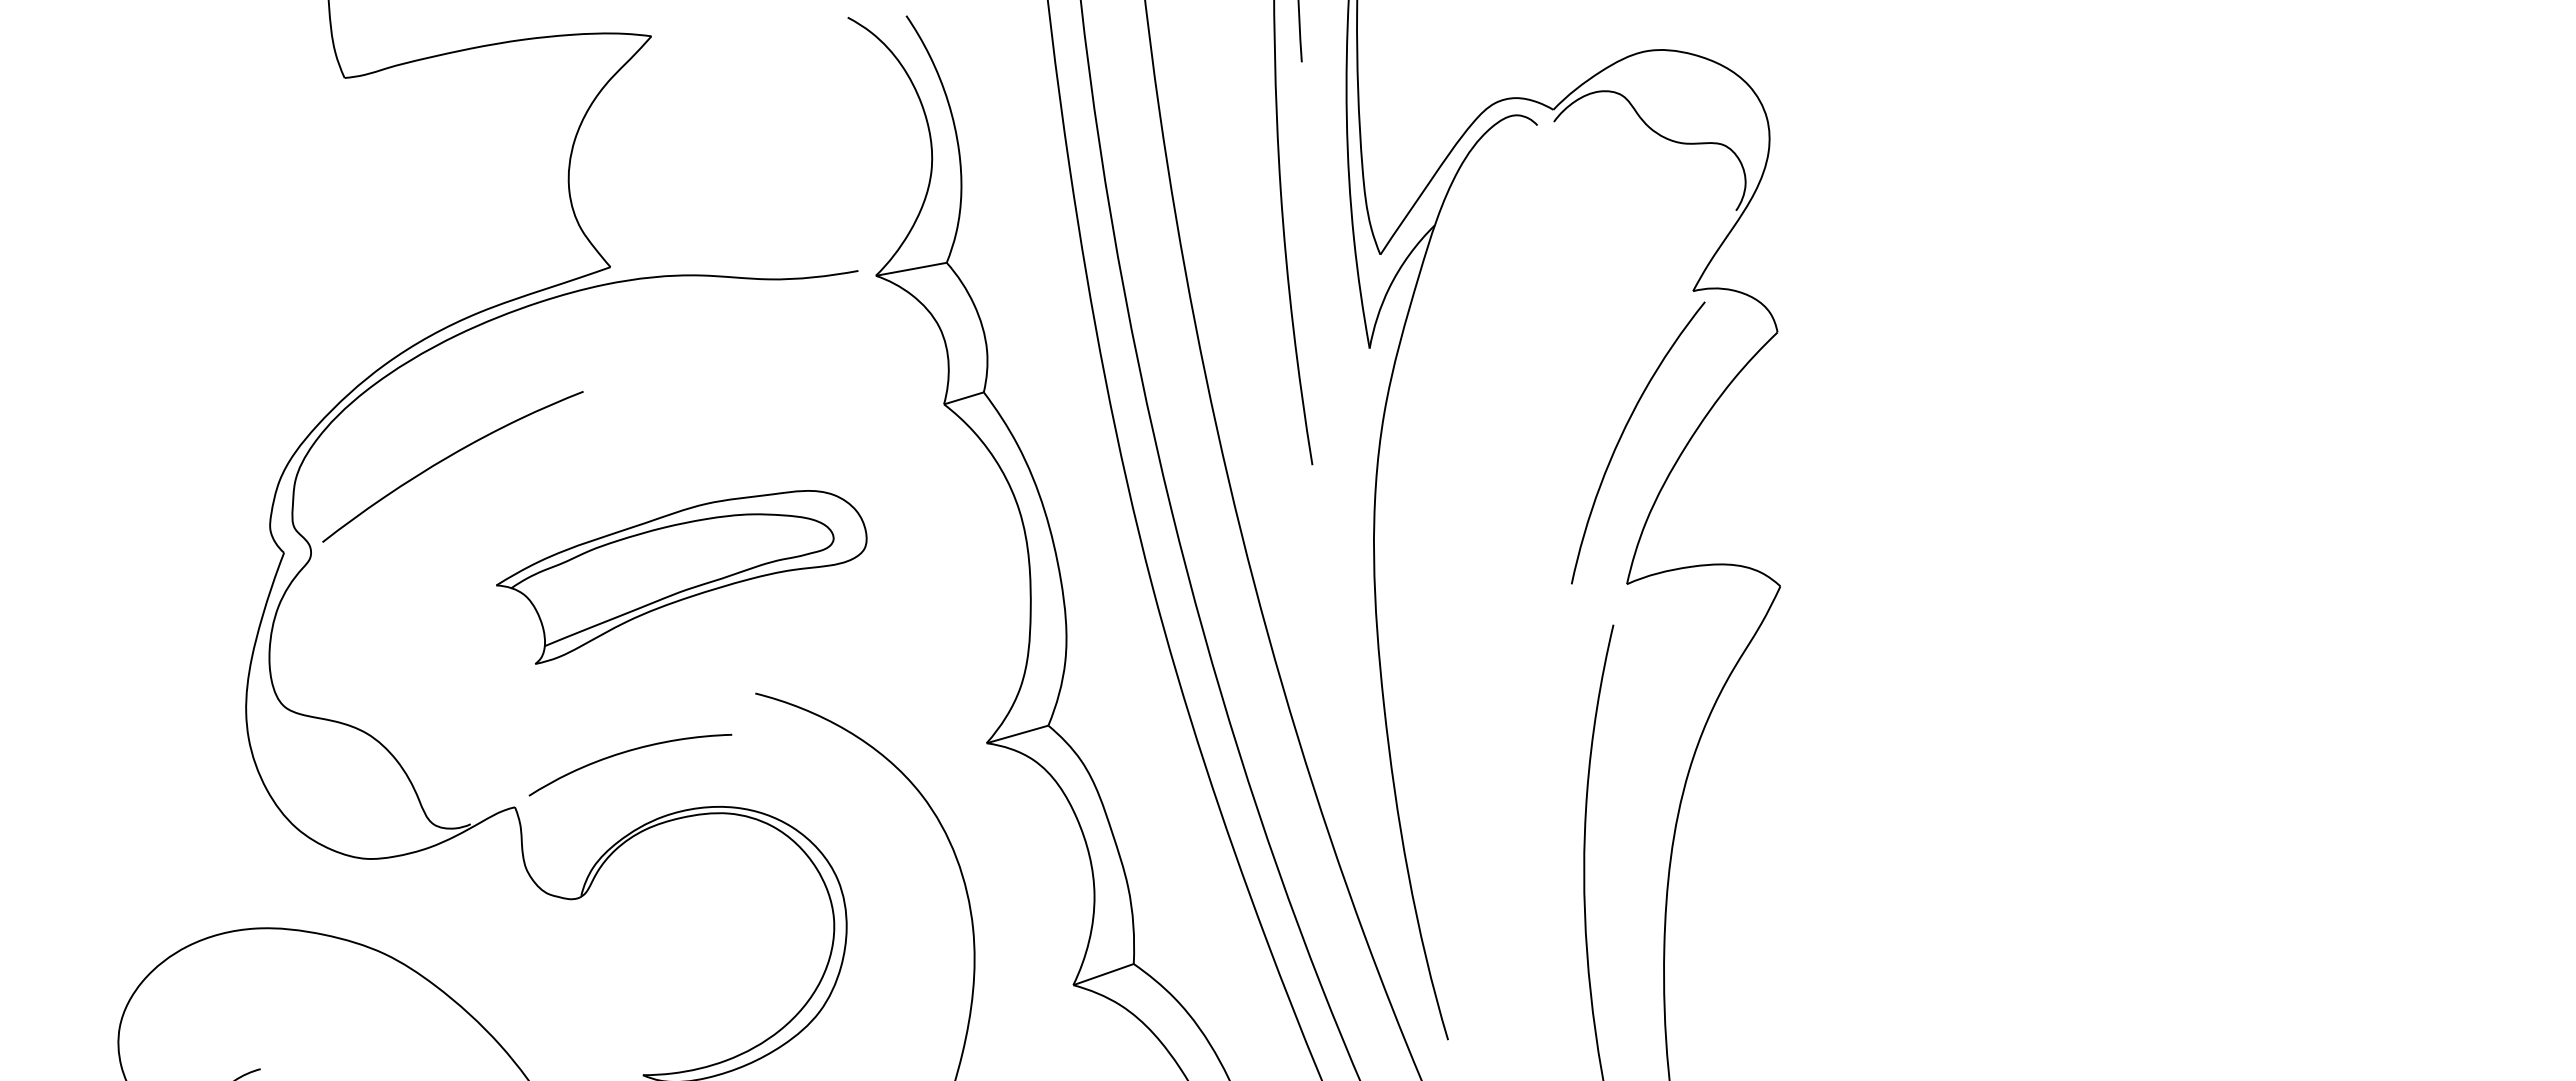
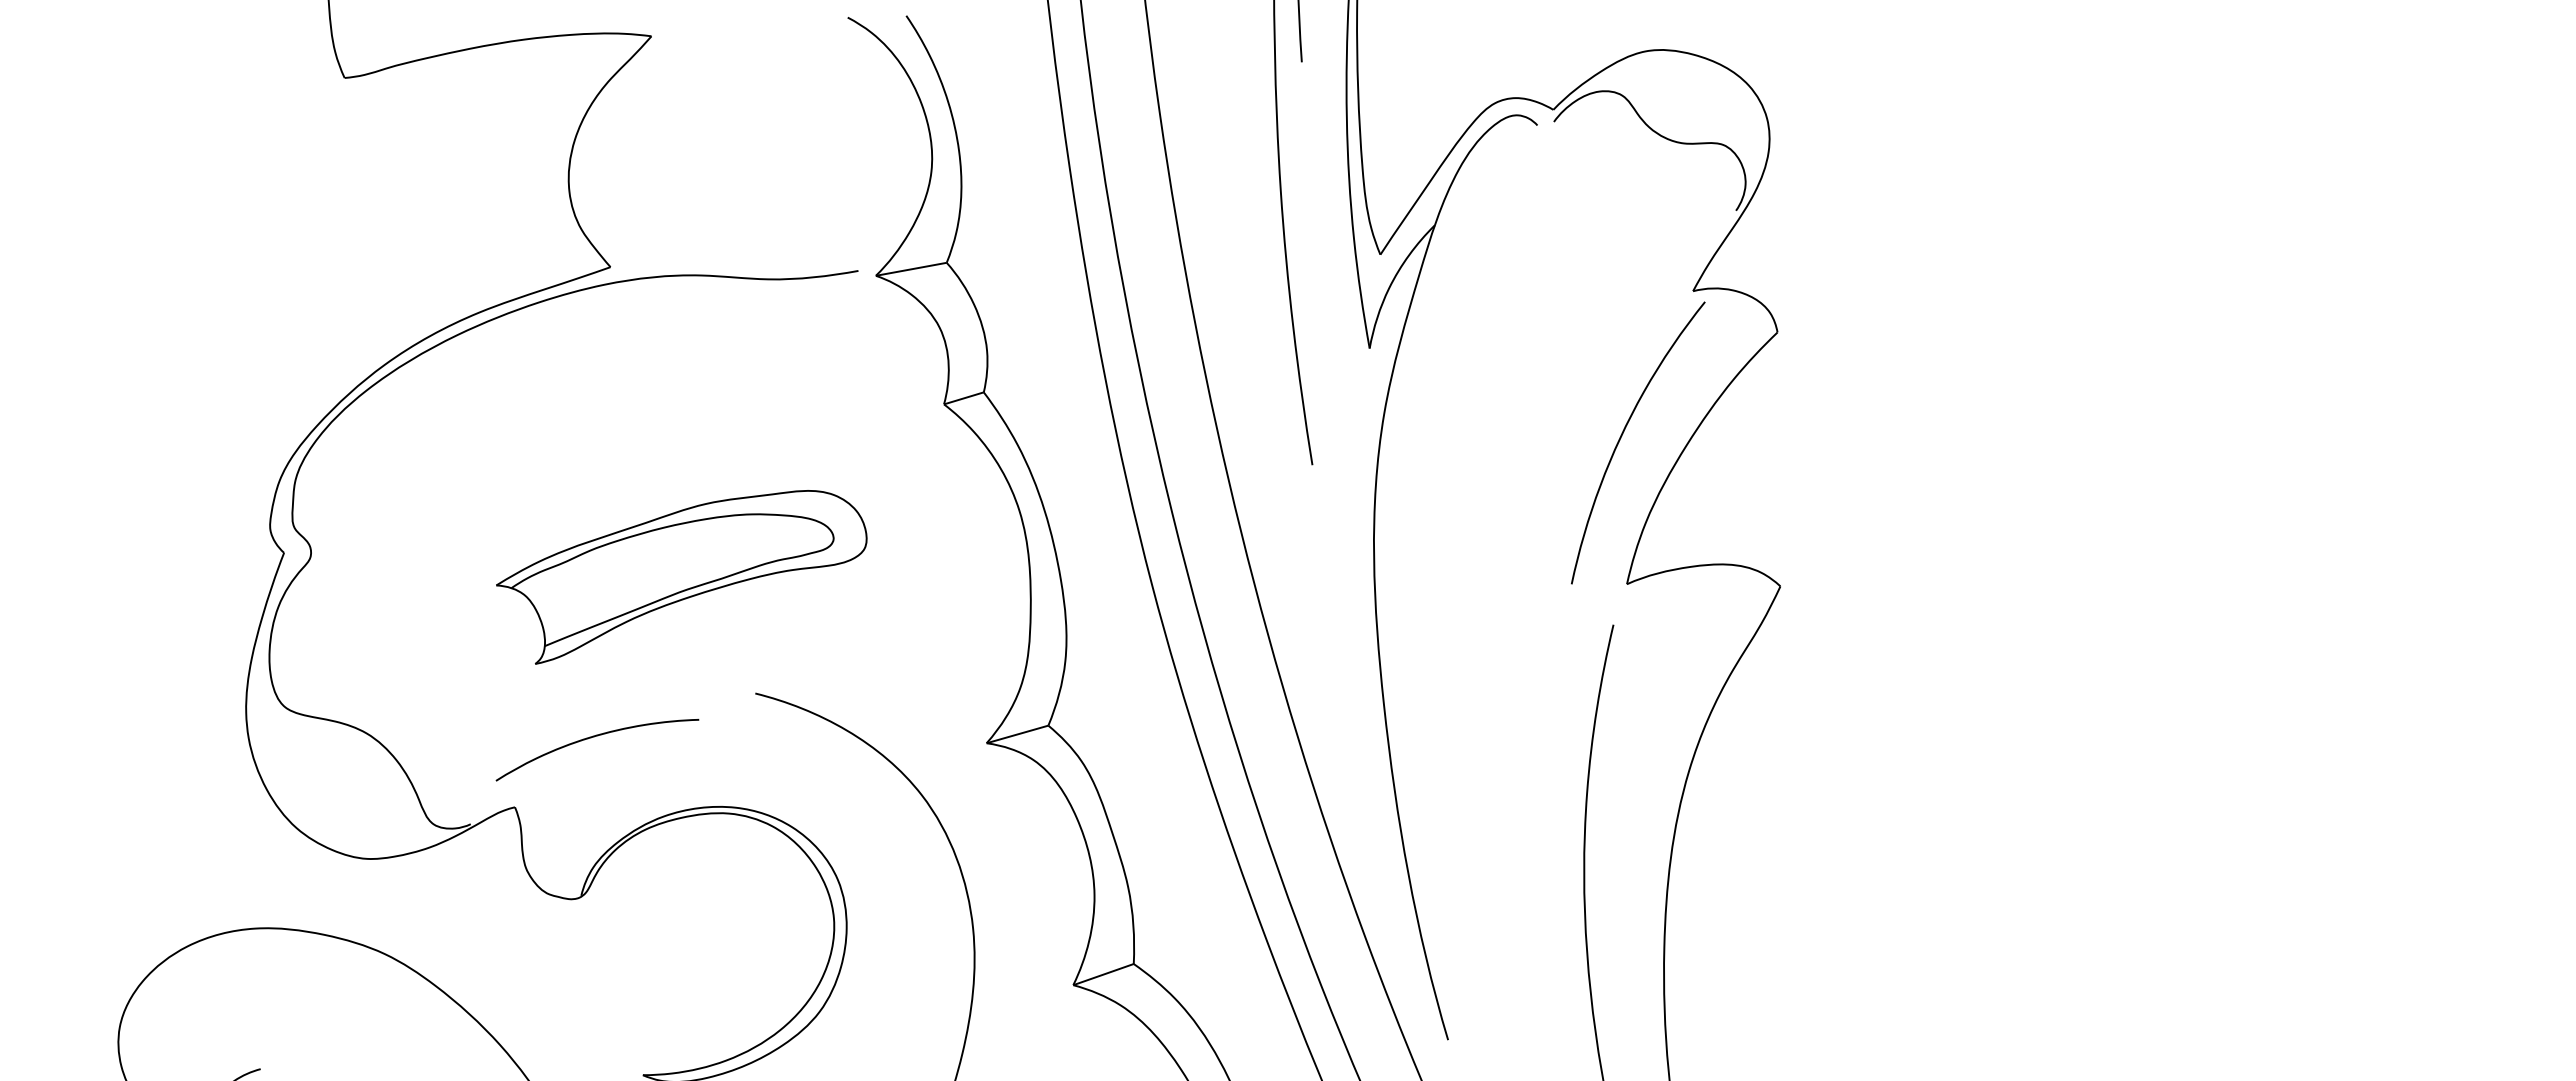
curve at (446, 459): present -> none
curve at (627, 752) position: (627, 752) -> (594, 737)
